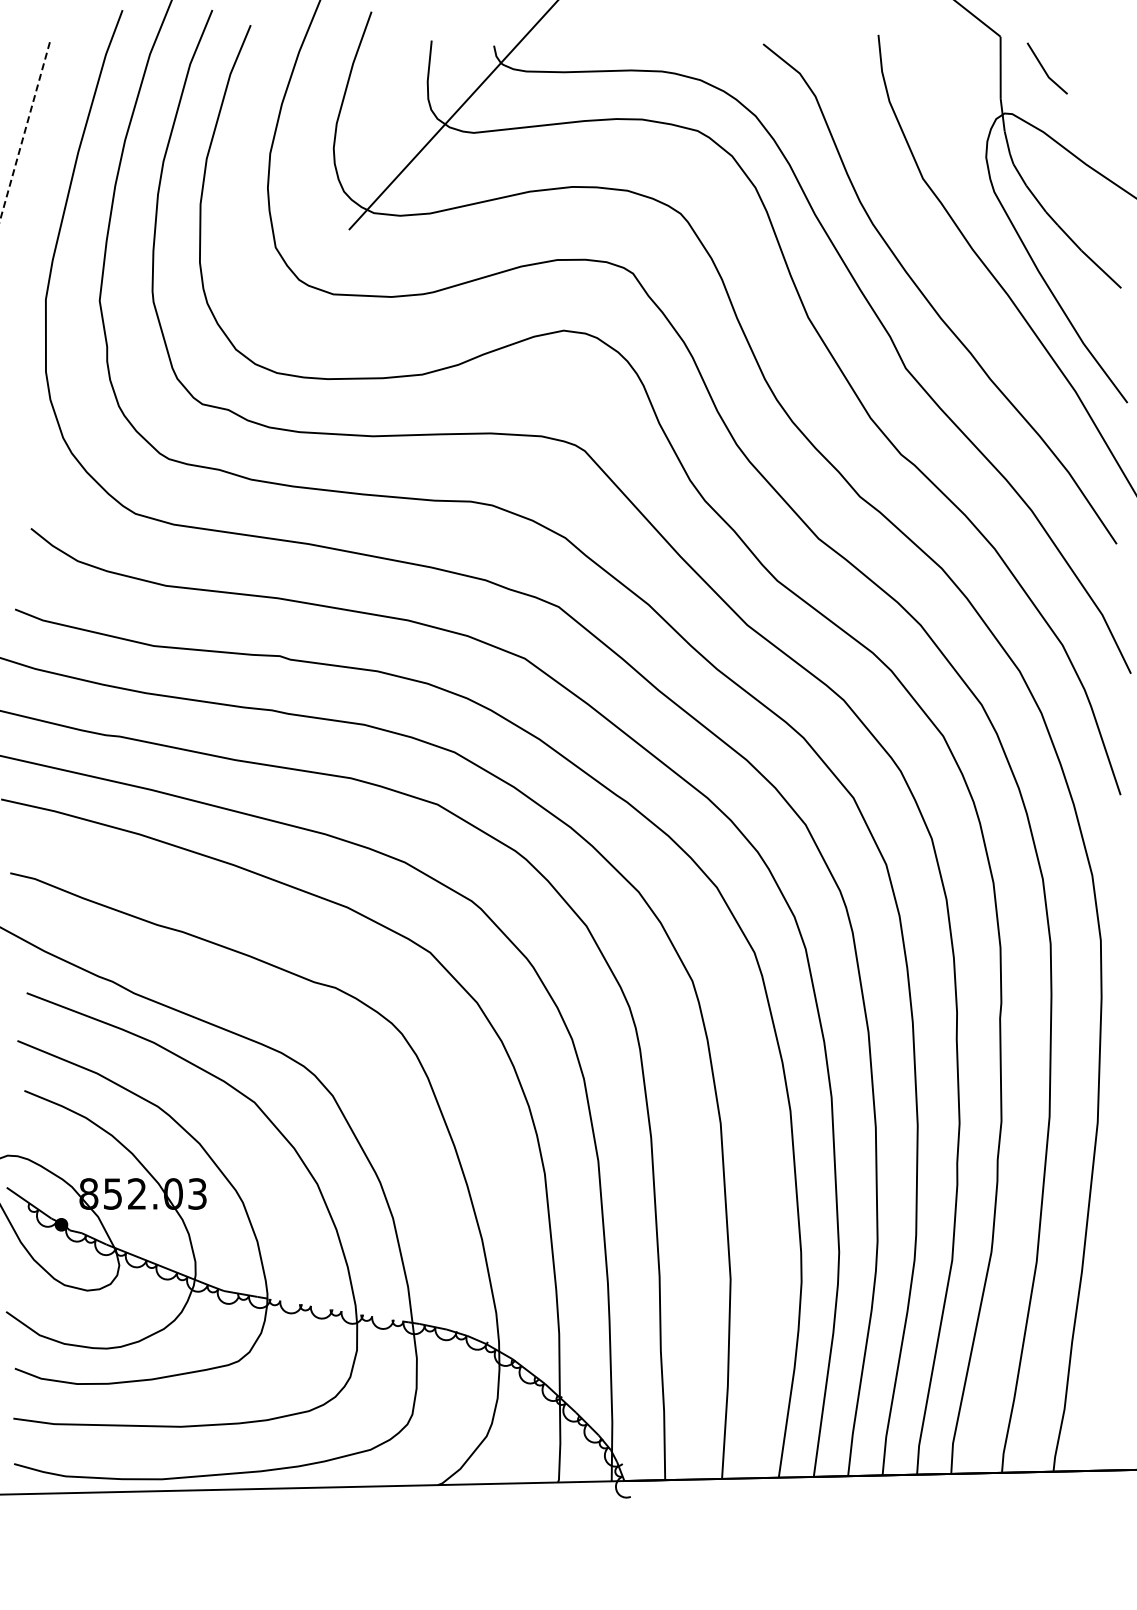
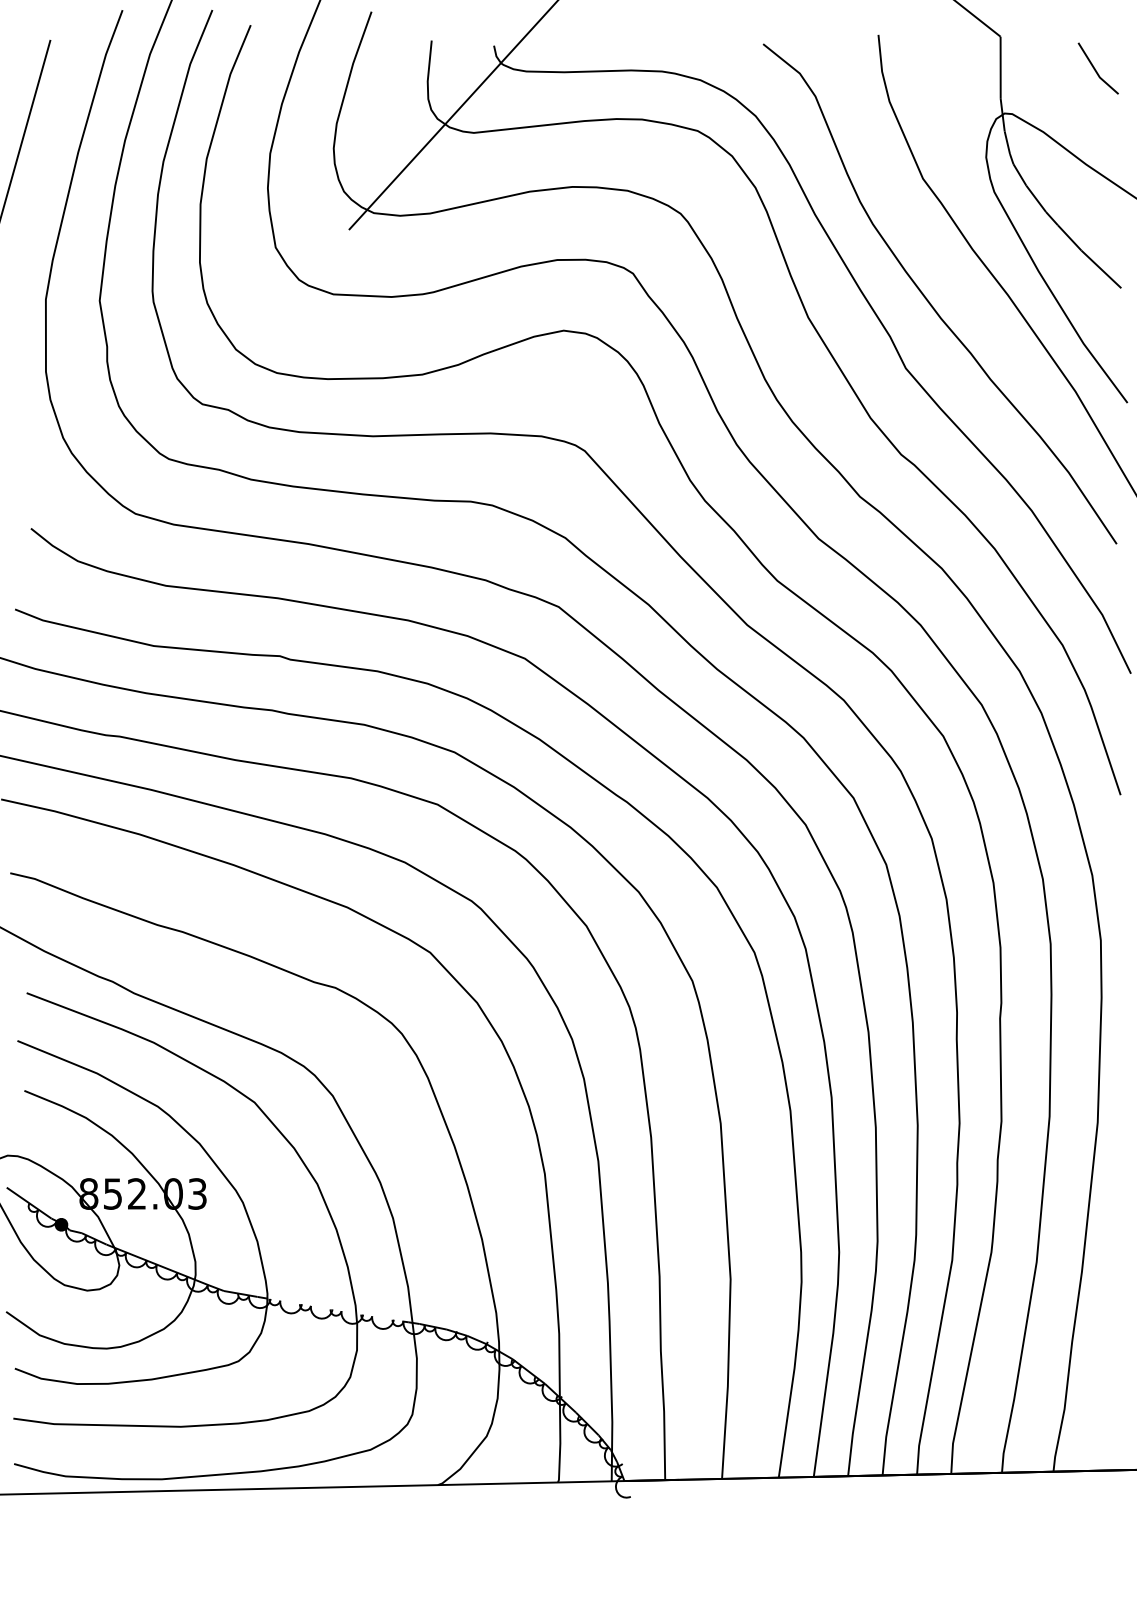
line at (1044, 68) position: (1044, 68) -> (1095, 68)
line at (25, 130): dashed -> solid
